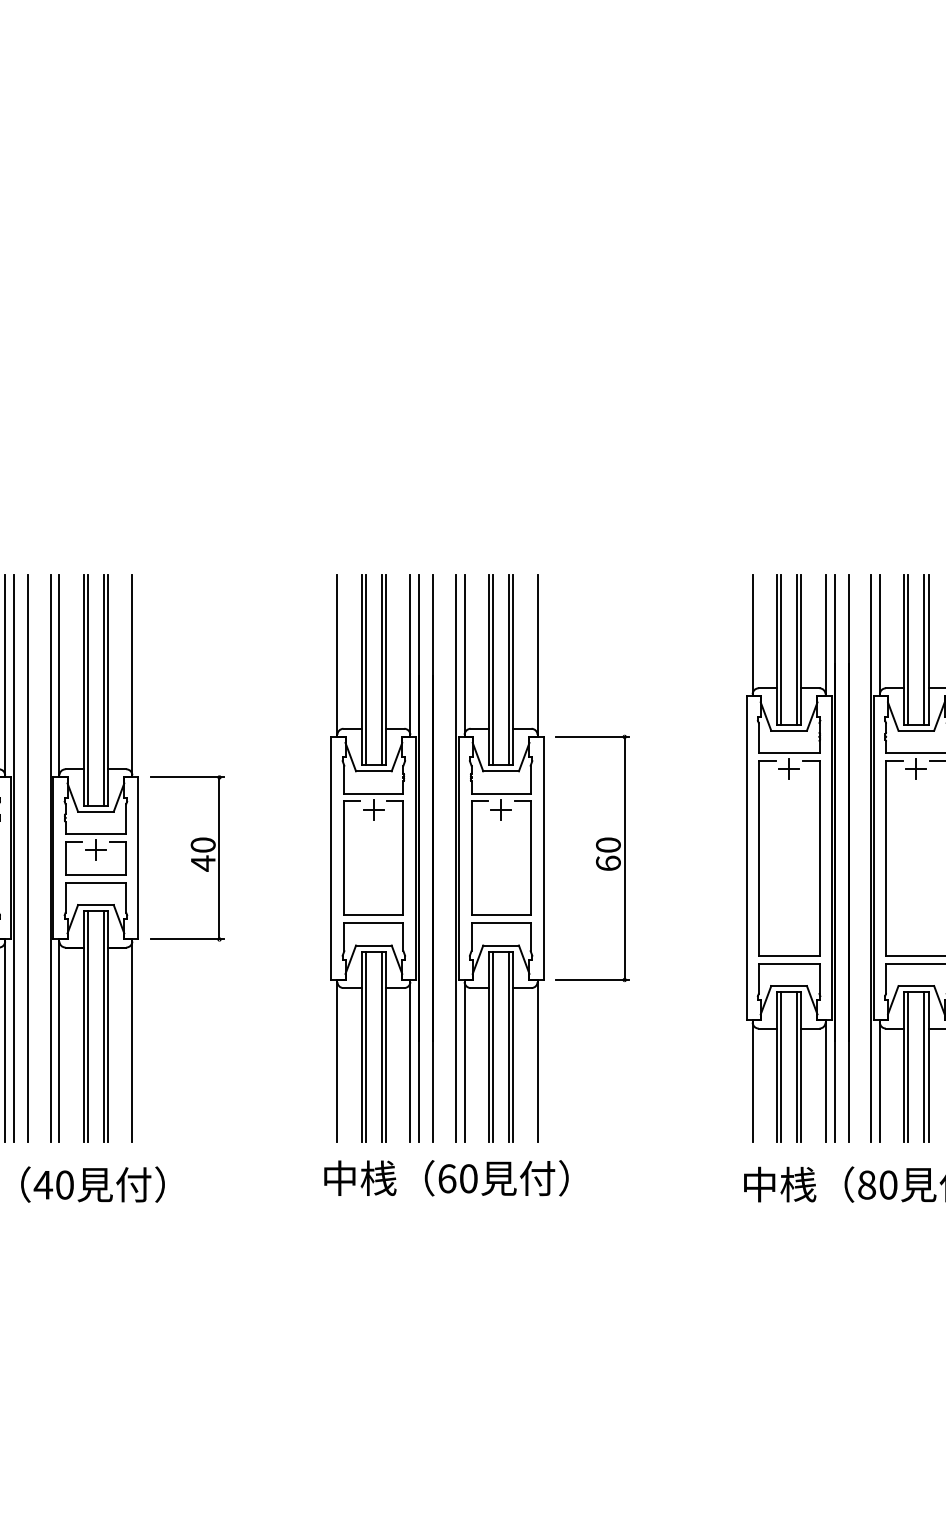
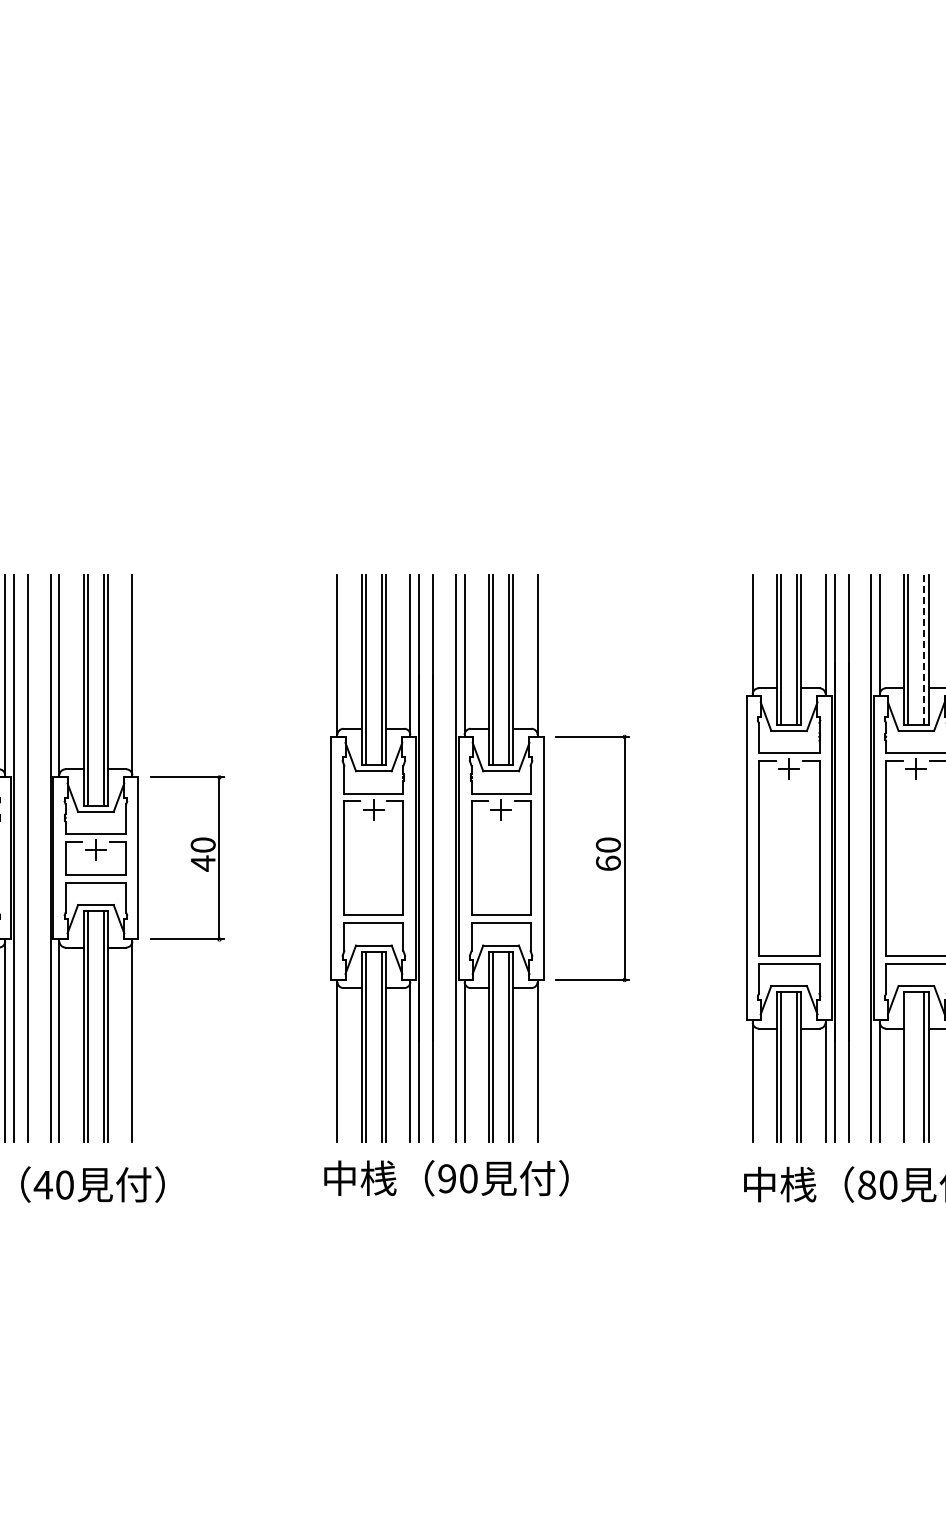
line at (924, 649): solid -> dashed
line at (908, 1067): present -> none
text at (447, 1178): 60 -> 90
